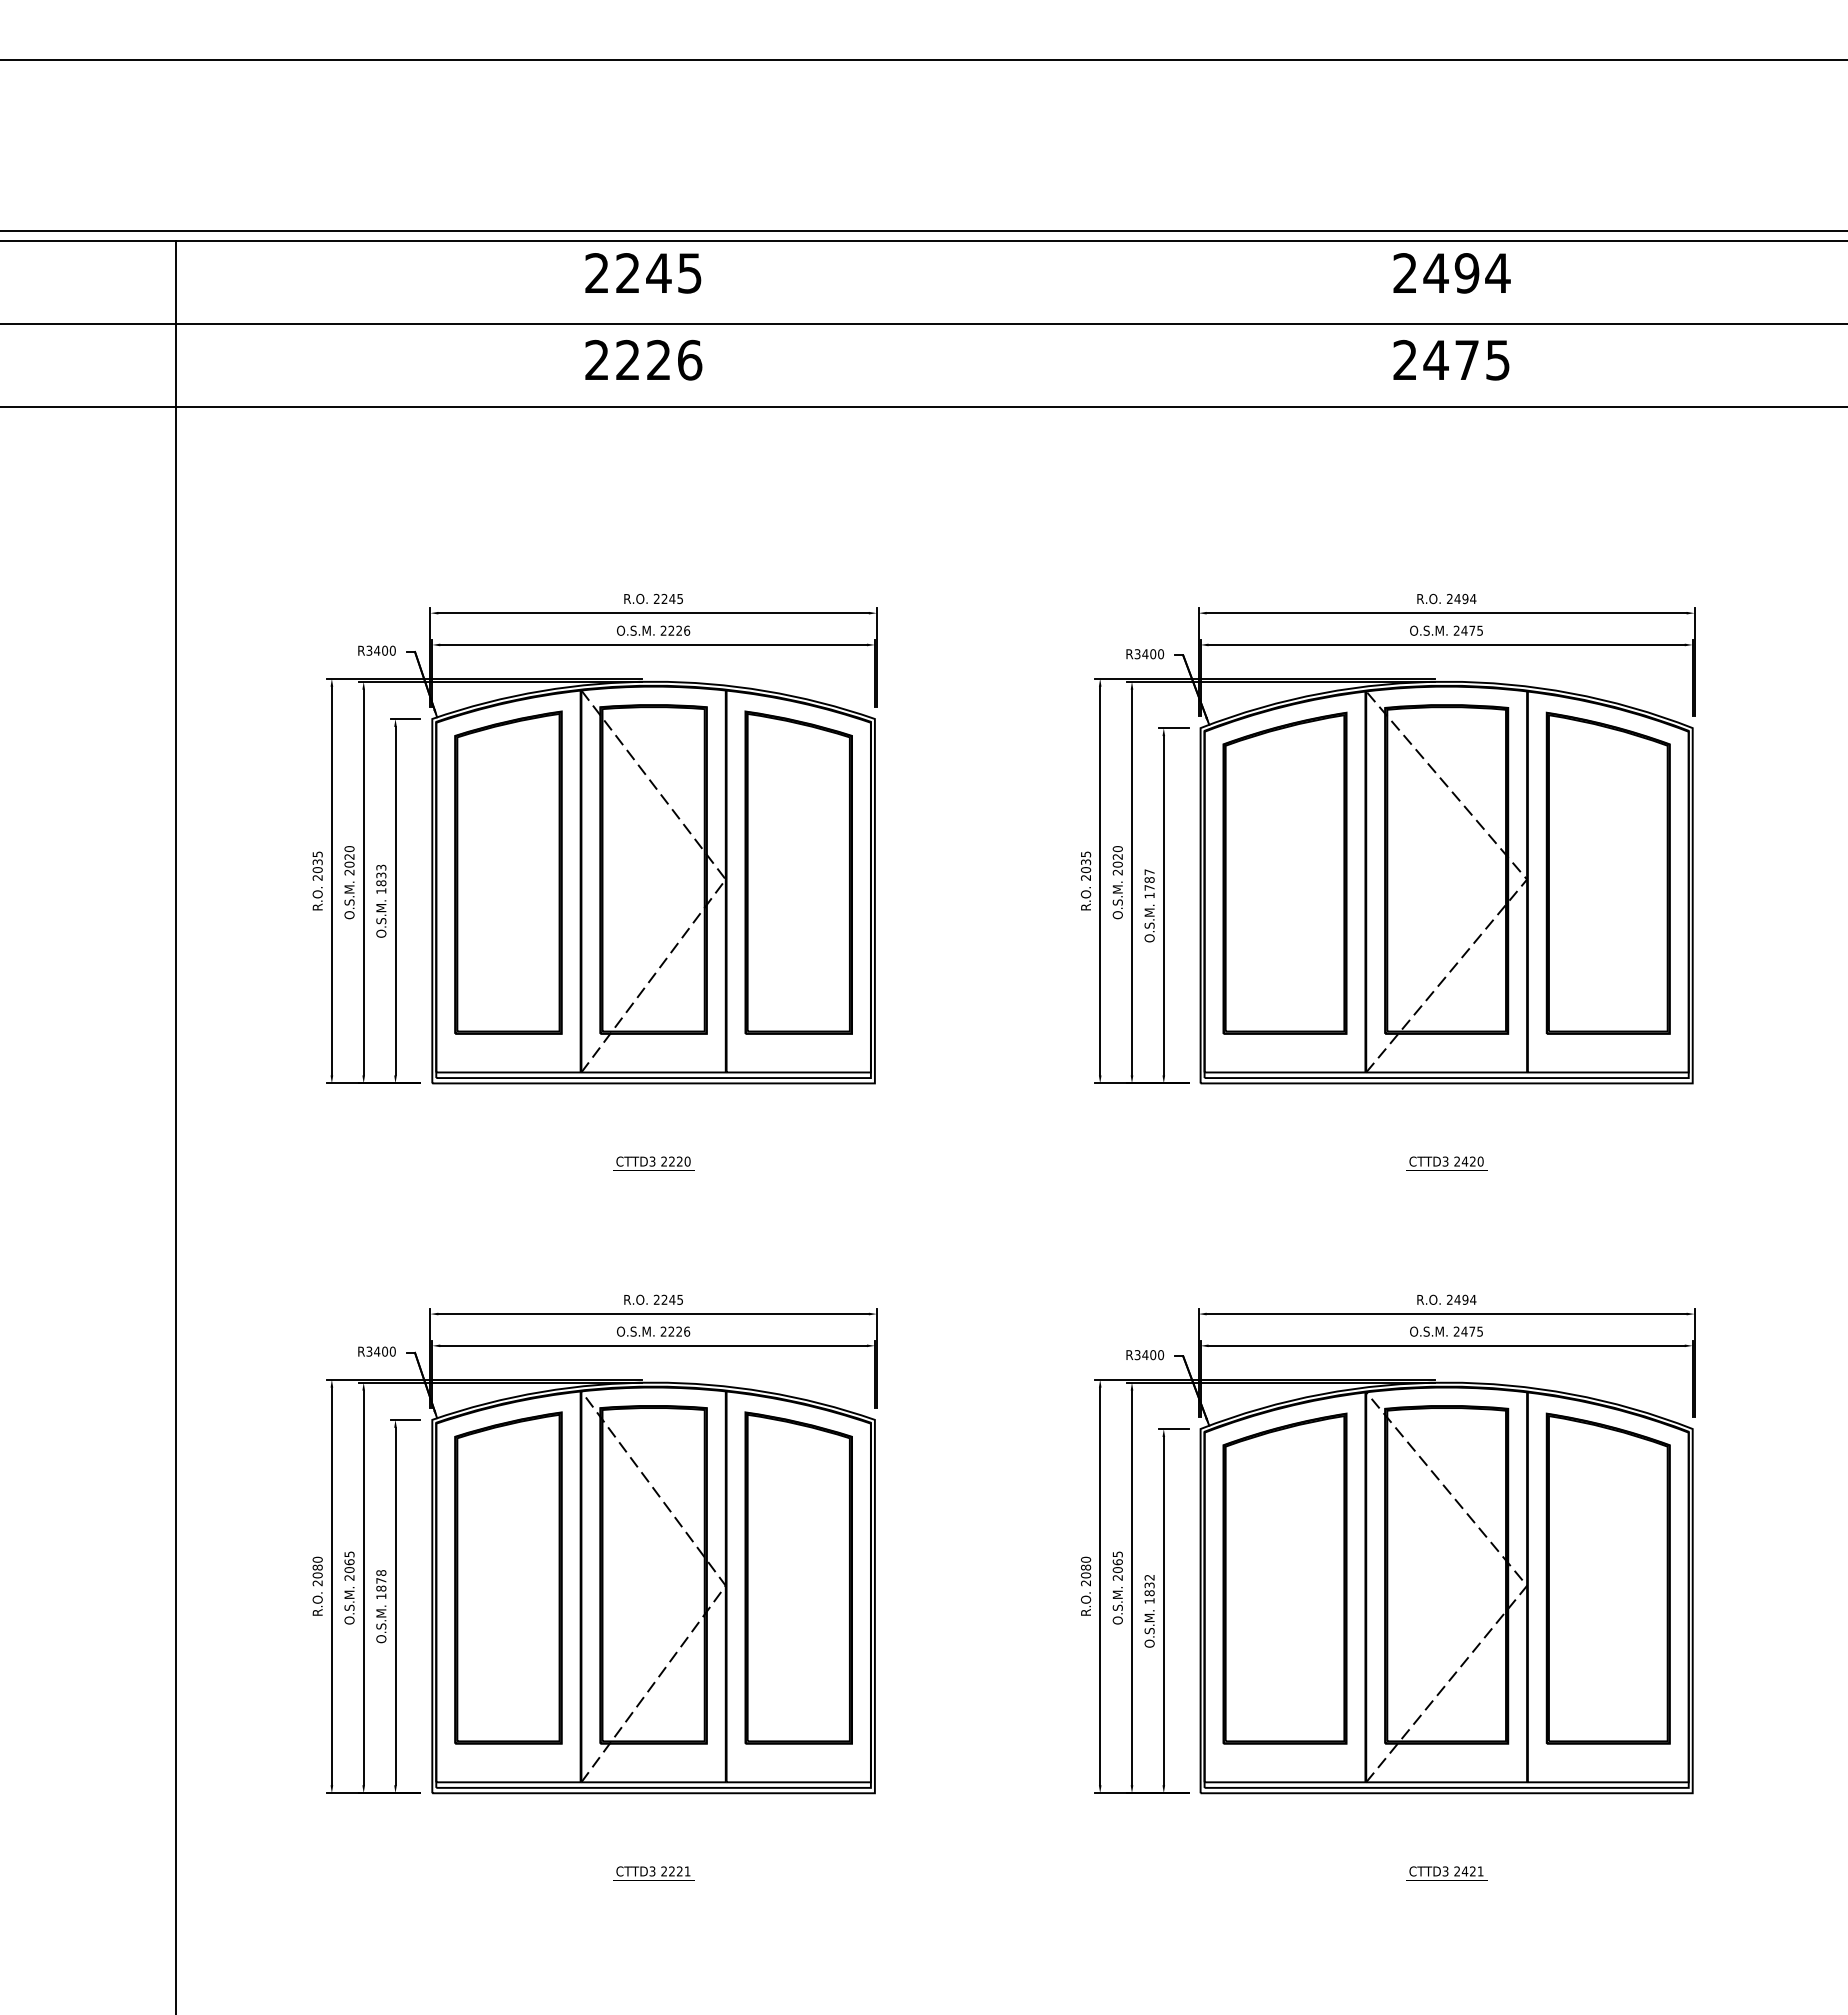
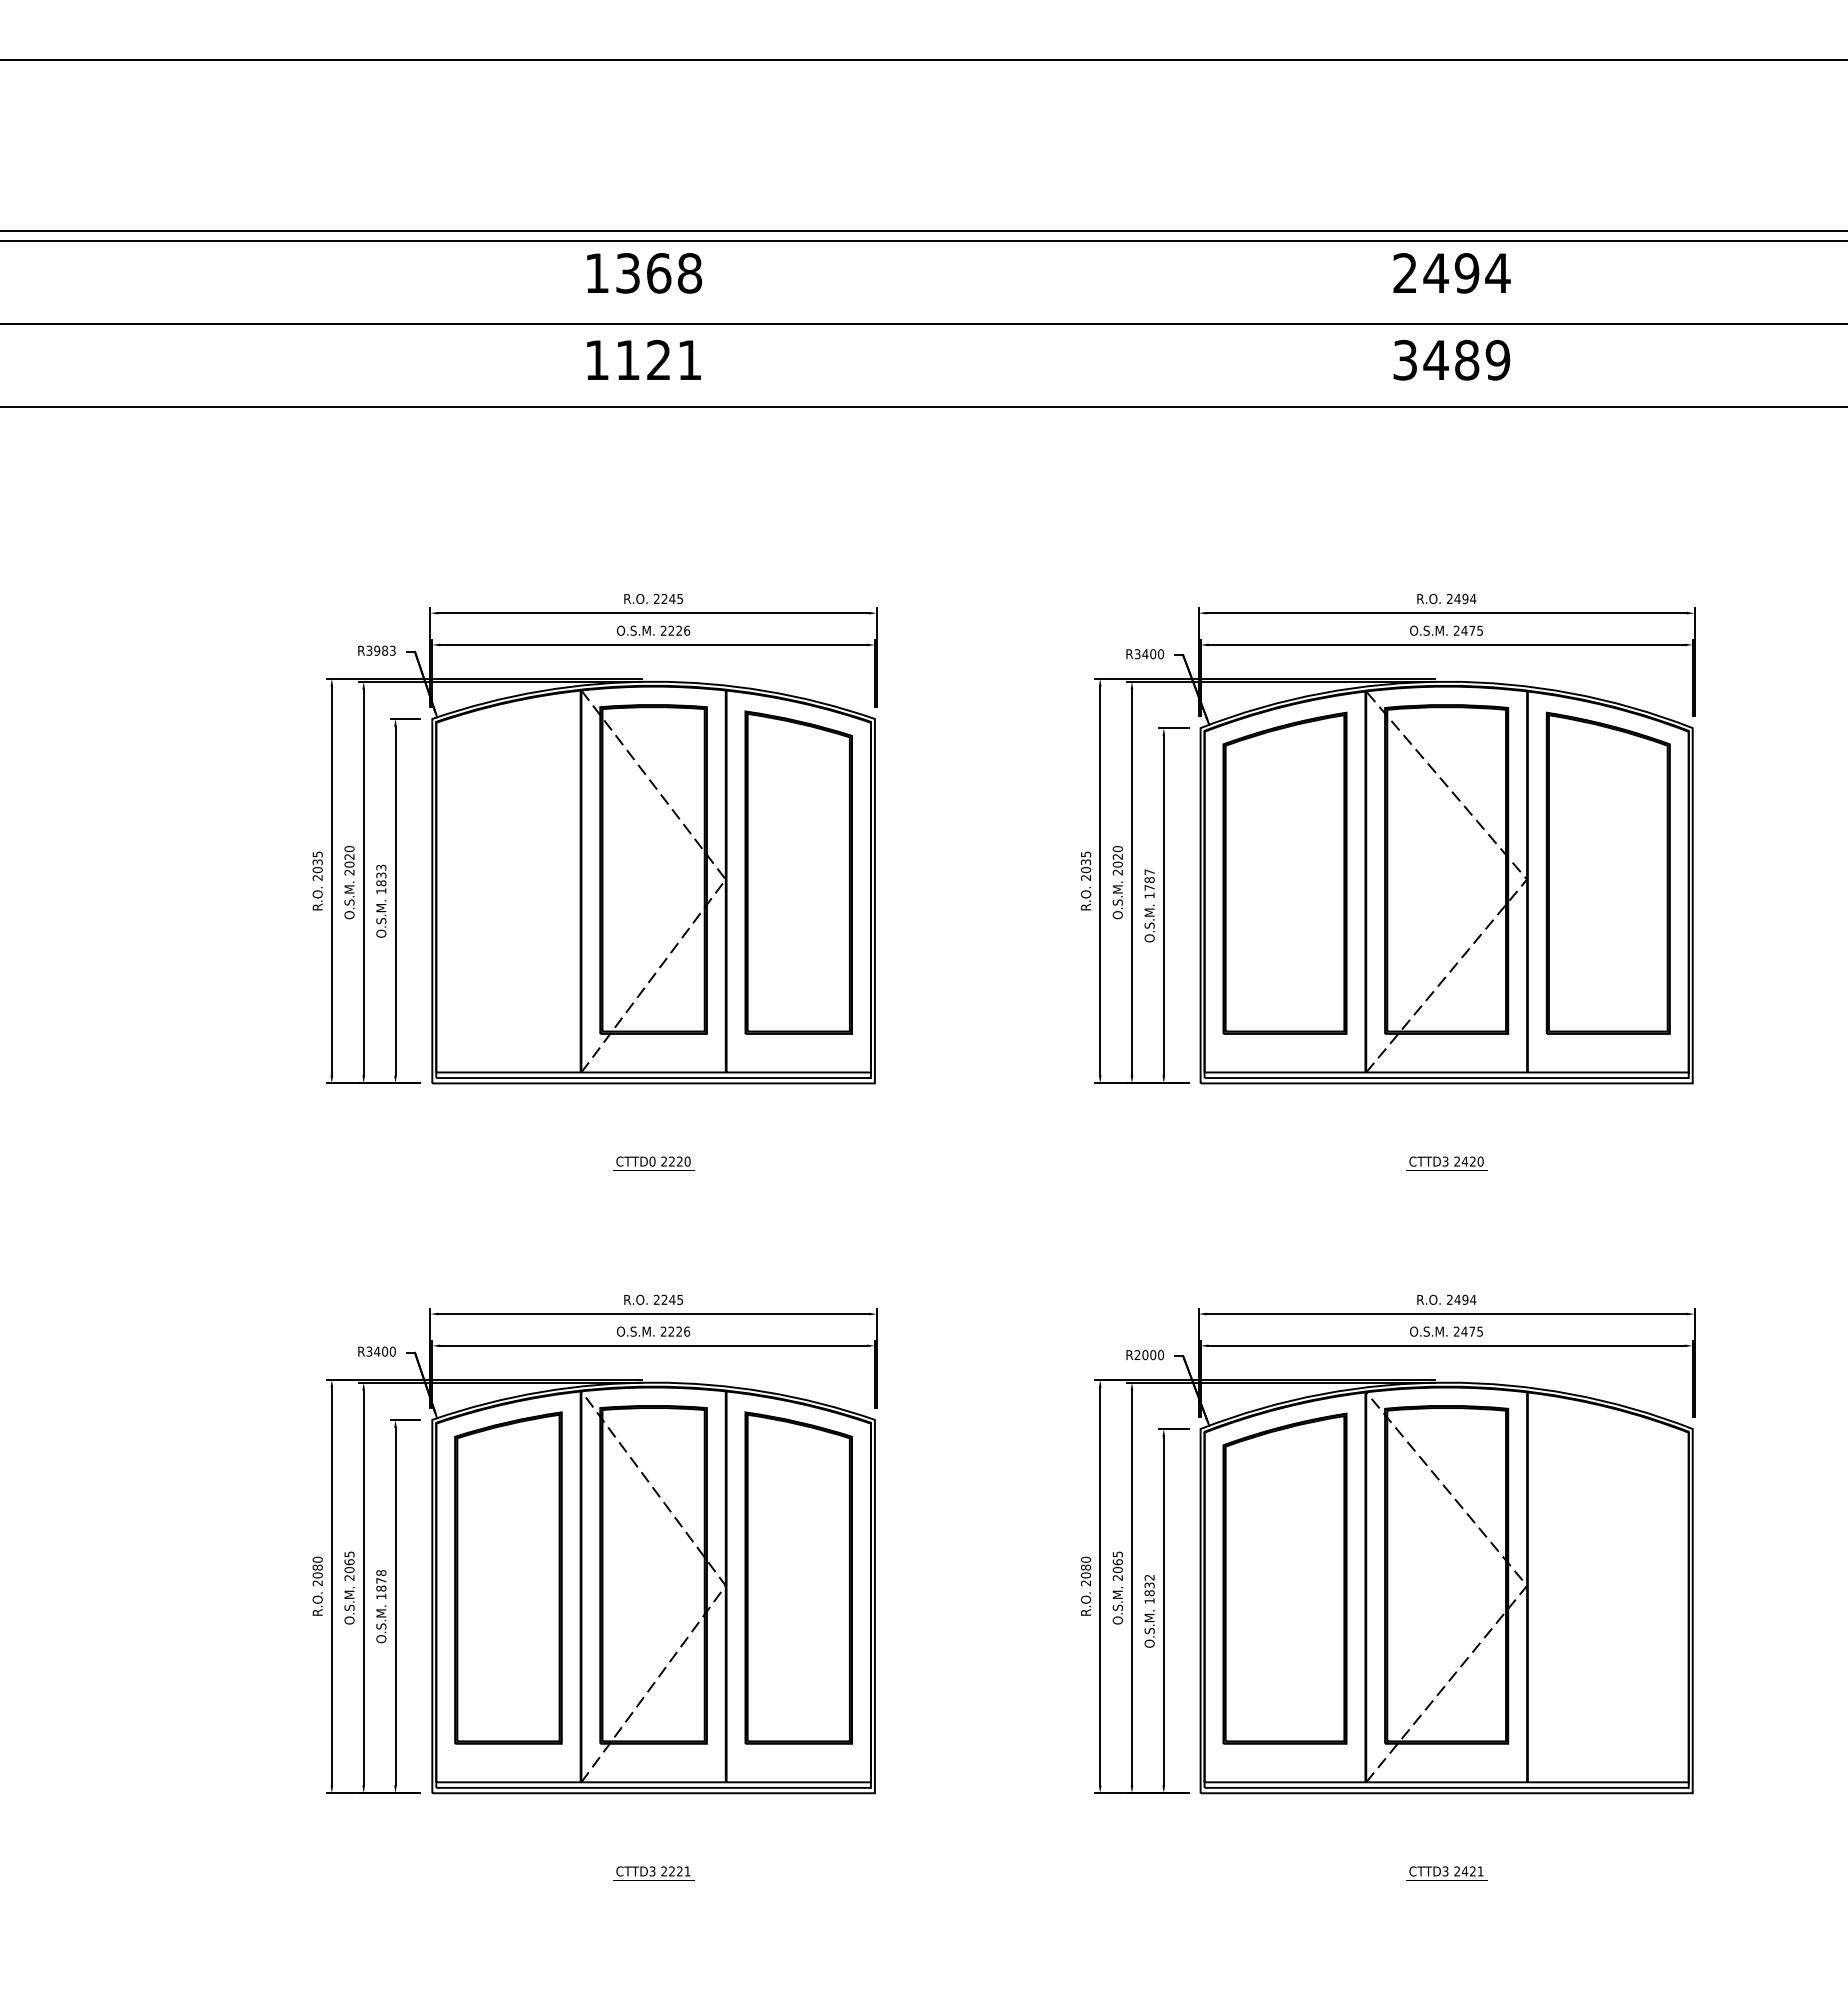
text at (643, 273): 2245 -> 1368
text at (643, 359): 2226 -> 1121
text at (1451, 359): 2475 -> 3489
text at (384, 650): R3400 -> R3983
part at (508, 872): present -> none
line at (175, 1125): present -> none
text at (652, 1161): CTTD3 -> CTTD0
text at (1141, 1355): R3400 -> R2000
part at (1607, 1578): present -> none
